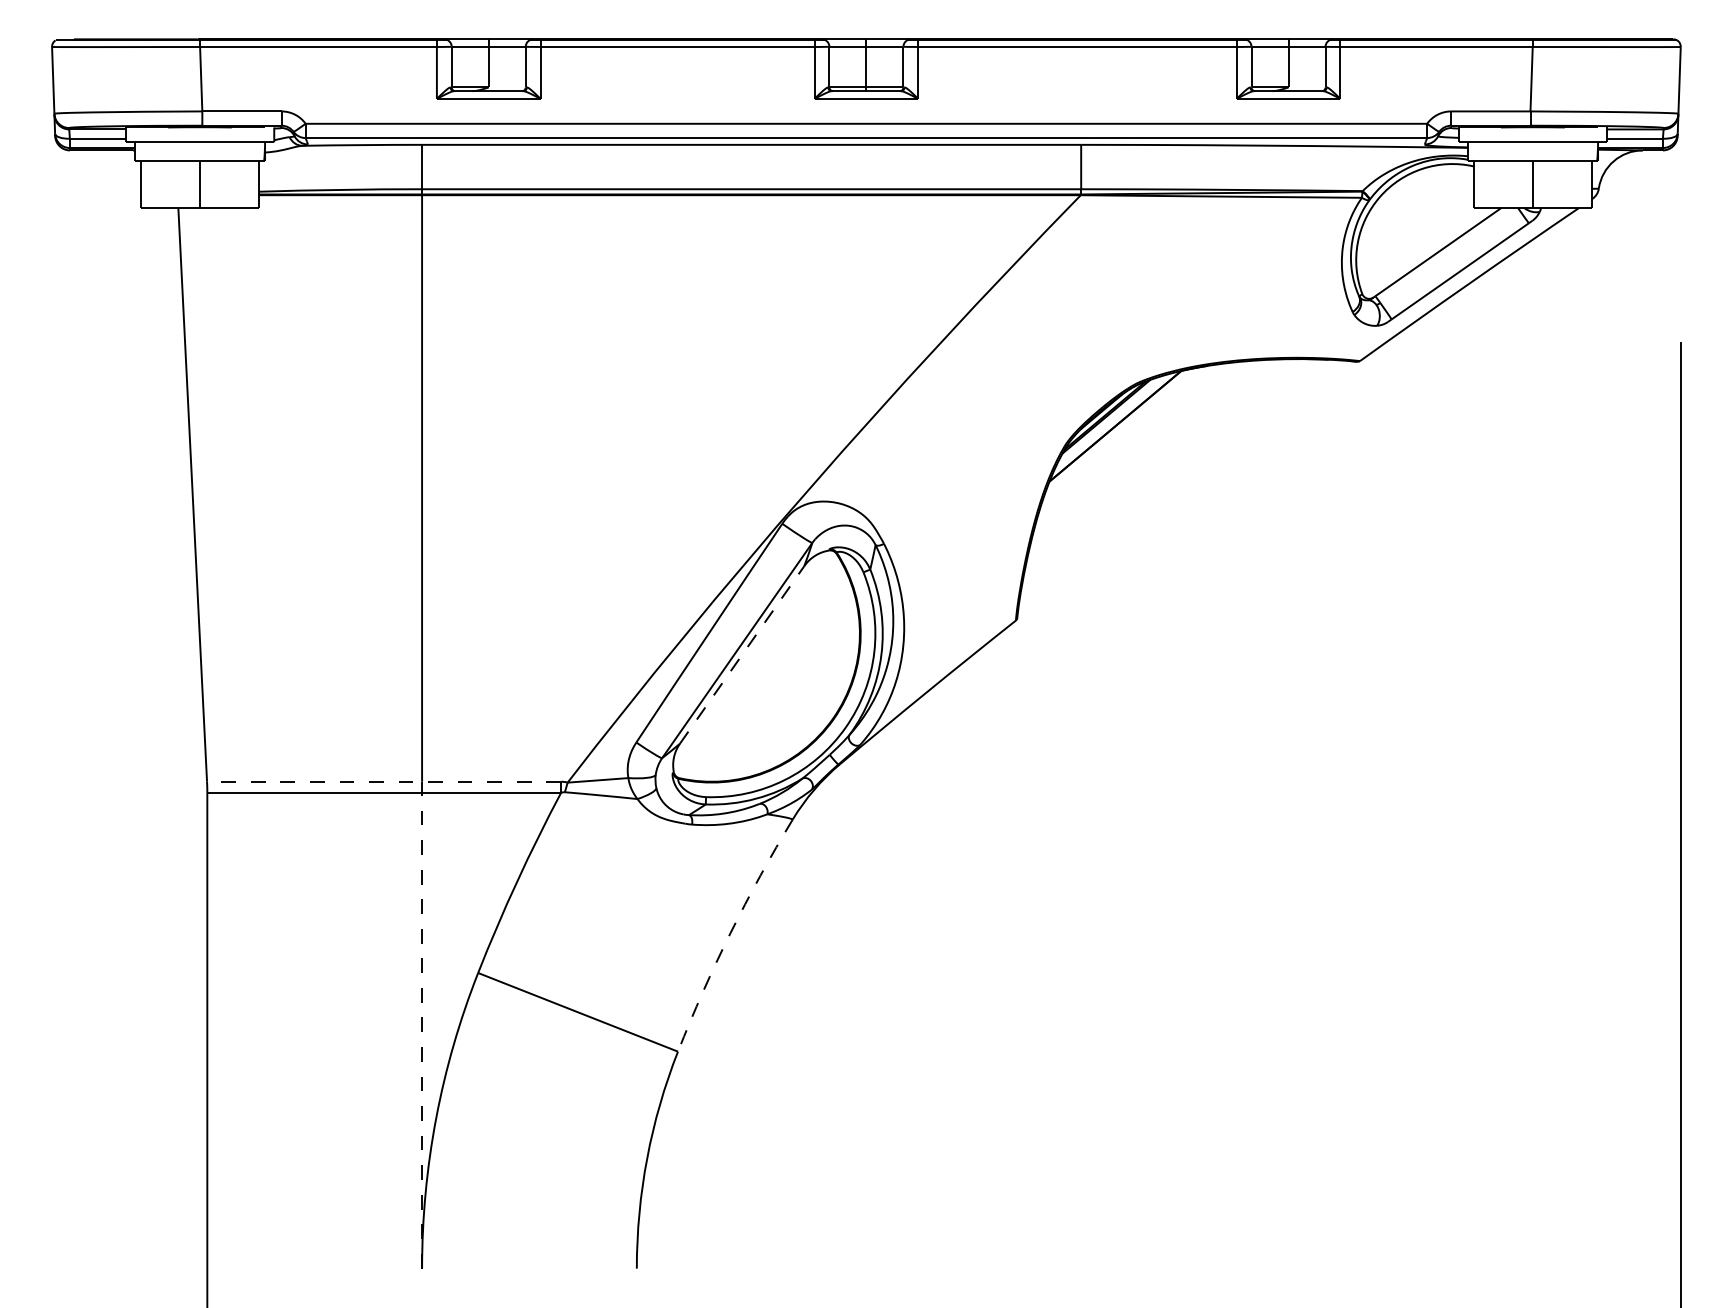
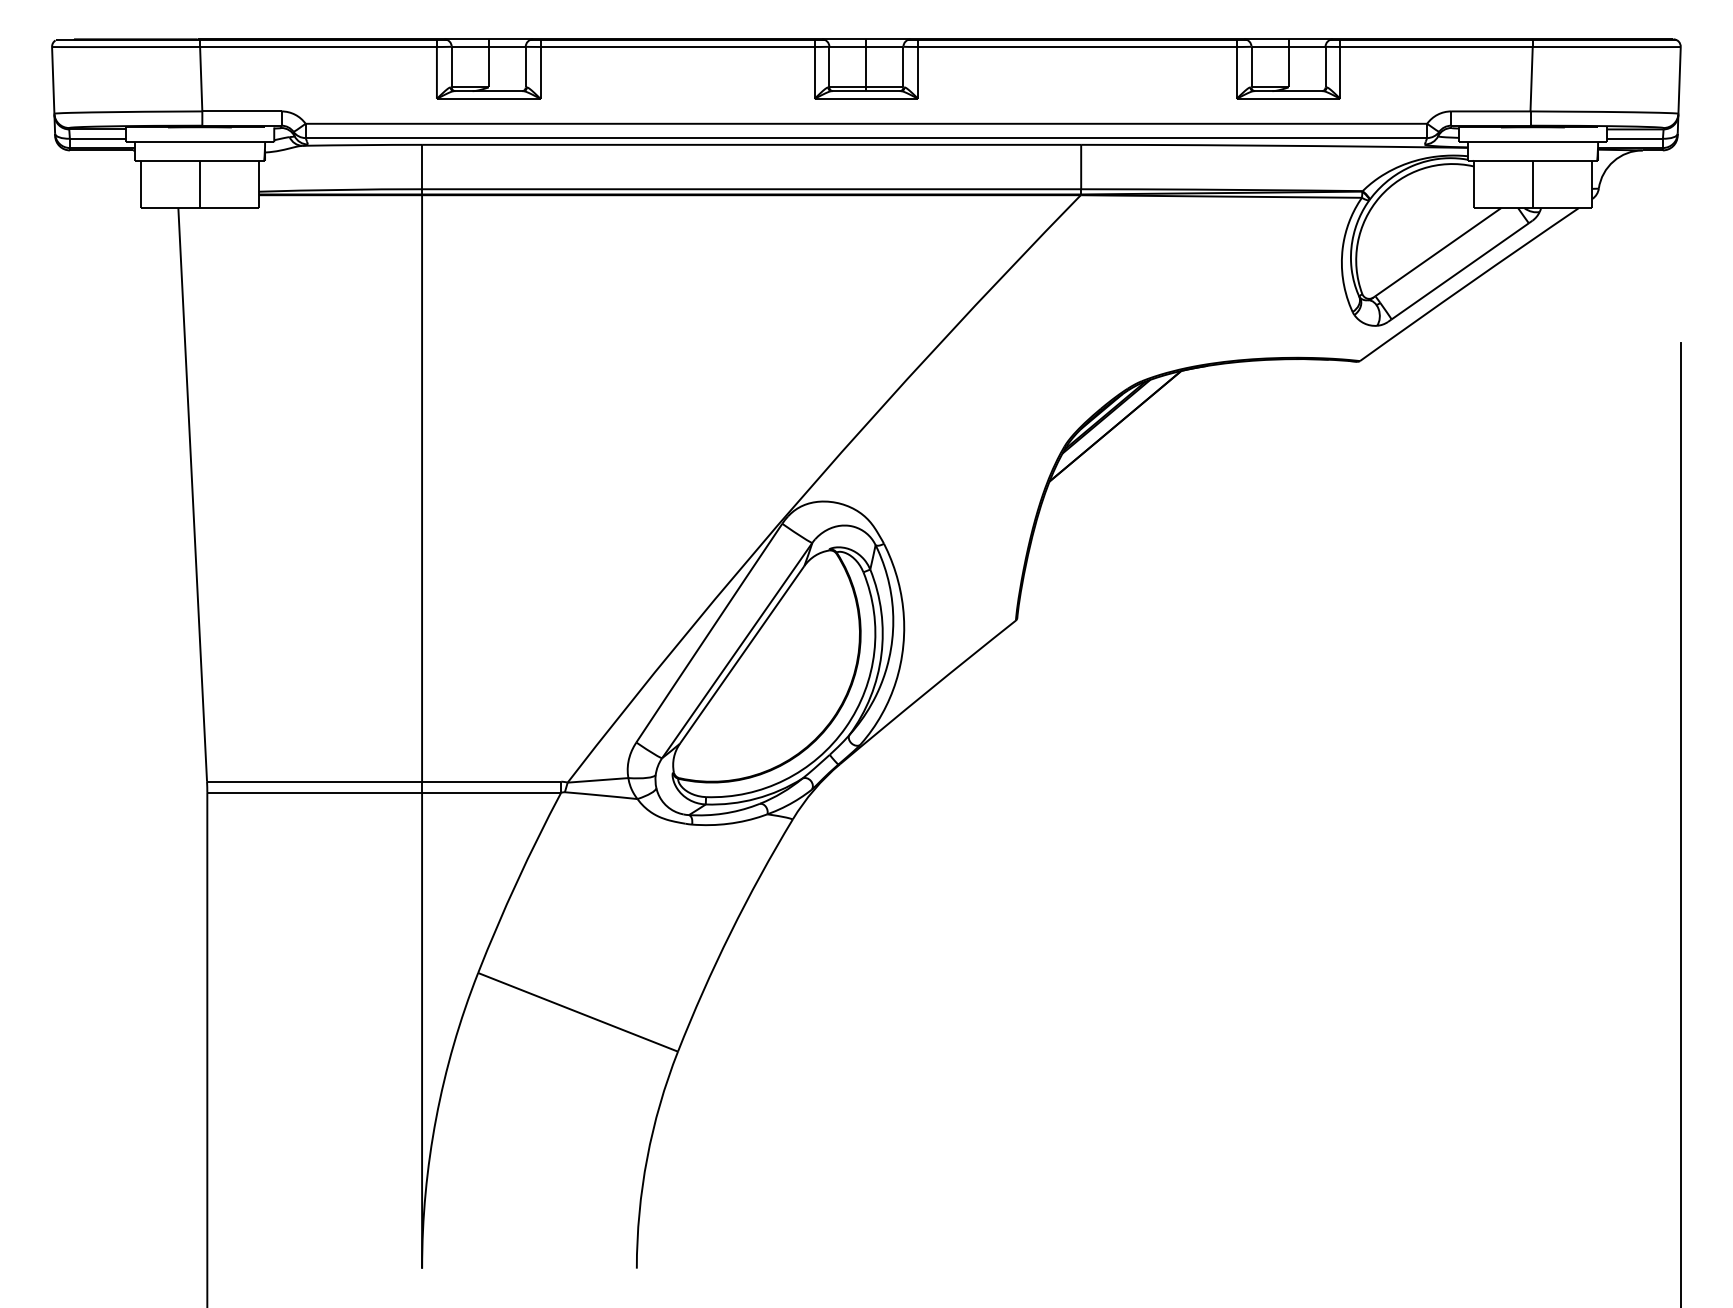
line at (742, 654): dashed -> solid
line at (383, 781): dashed -> solid
line at (730, 933): dashed -> solid
line at (422, 1030): dashed -> solid
